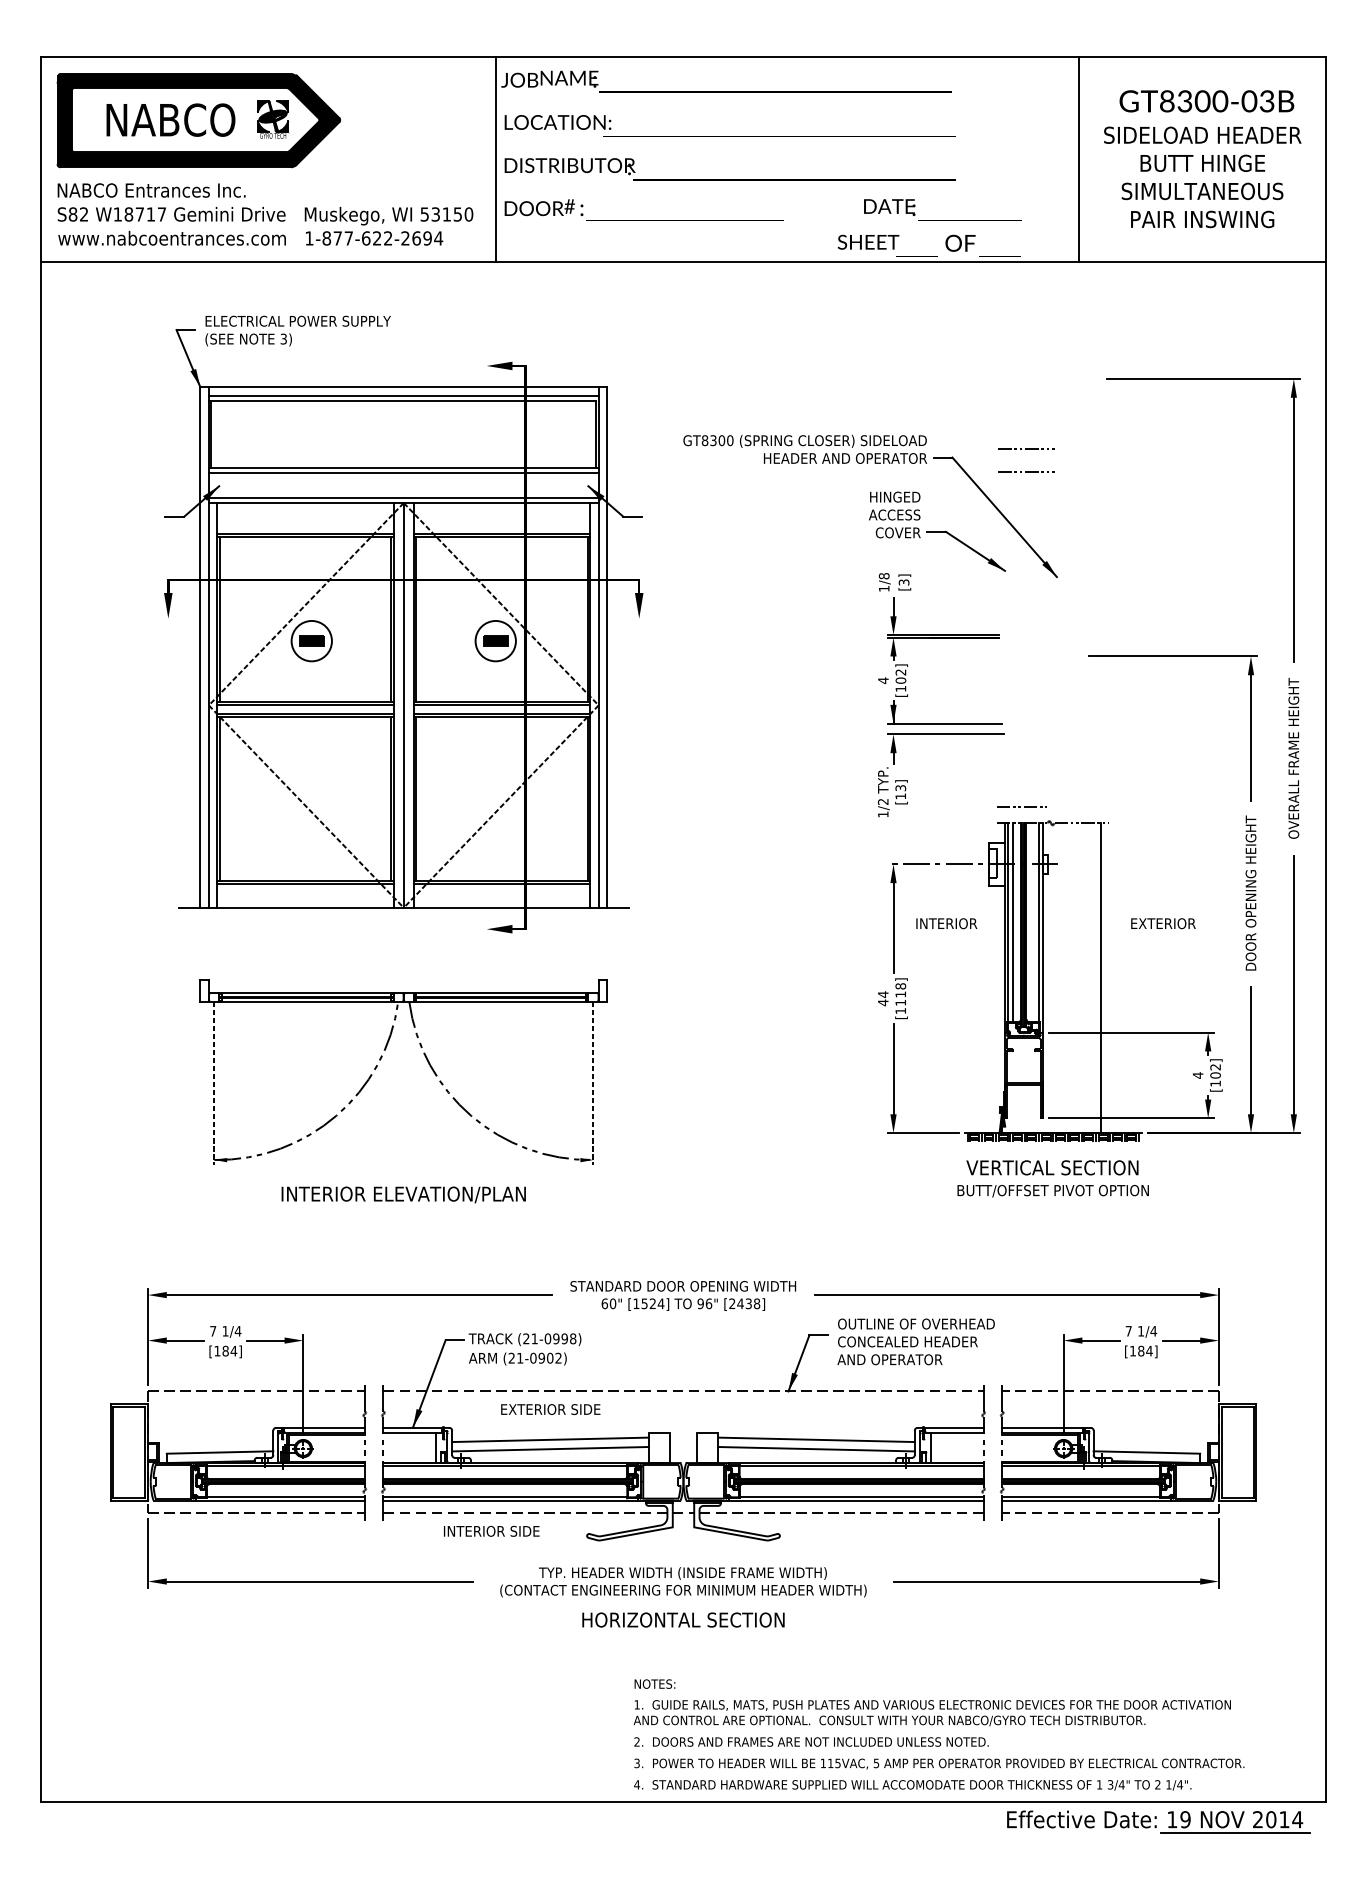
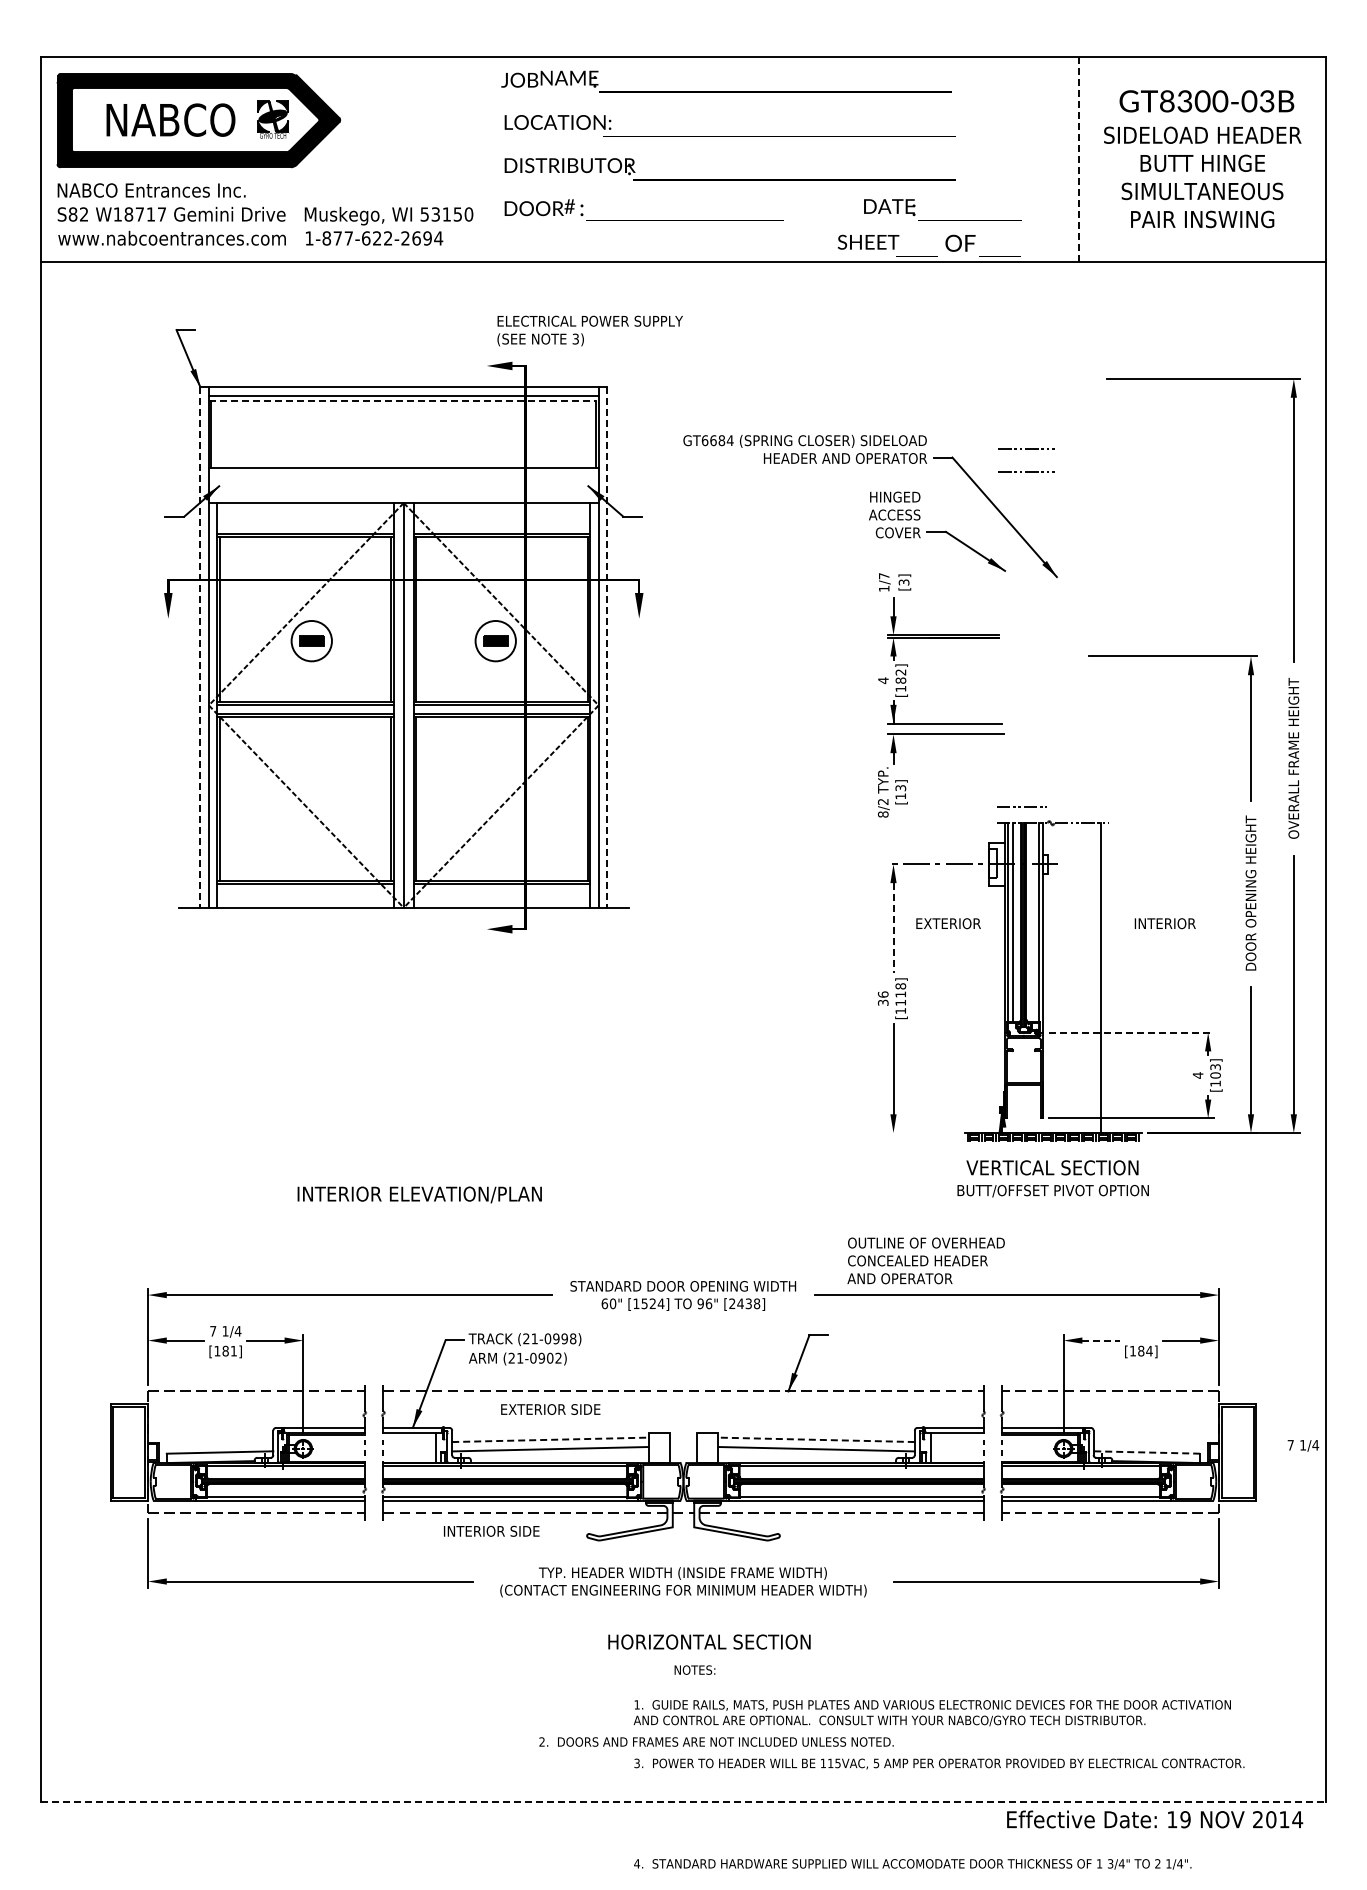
line at (495, 158): present -> none
line at (1079, 159): solid -> dashed
text at (297, 330) position: (297, 330) -> (589, 330)
line at (402, 400): solid -> dashed
text at (717, 440): GT8300 -> GT6684
line at (403, 472): present -> none
line at (403, 497): present -> none
text at (883, 576): 1/8 -> 1/7
line at (200, 648): solid -> dashed
line at (607, 648): solid -> dashed
text at (900, 680): [102] -> [182]
text at (882, 814): 1/2 -> 8/2
text at (948, 923): INTERIOR -> EXTERIOR
text at (1138, 923): EXTERIOR -> INTERIOR
line at (893, 928): solid -> dashed
text at (882, 998): 44 -> 36
line at (1131, 1032): solid -> dashed
part at (381, 1059): present -> none
text at (1215, 1067): [102] -> [103]
line at (922, 1133): present -> none
text at (403, 1194) position: (403, 1194) -> (419, 1194)
text at (1141, 1331) position: (1141, 1331) -> (1303, 1445)
line at (1101, 1340): solid -> dashed
text at (915, 1341) position: (915, 1341) -> (925, 1260)
text at (233, 1351): [184] -> [181]
line at (550, 1439): solid -> dashed
line at (816, 1439): solid -> dashed
line at (1146, 1452): solid -> dashed
text at (683, 1619) position: (683, 1619) -> (709, 1641)
text at (654, 1683) position: (654, 1683) -> (694, 1669)
text at (811, 1741) position: (811, 1741) -> (716, 1741)
text at (912, 1785) position: (912, 1785) -> (912, 1864)
line at (683, 1801): solid -> dashed
line at (1235, 1833): present -> none
